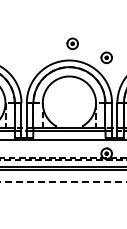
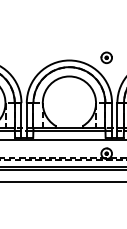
part at (72, 43): present -> none
line at (63, 181): dashed -> solid
